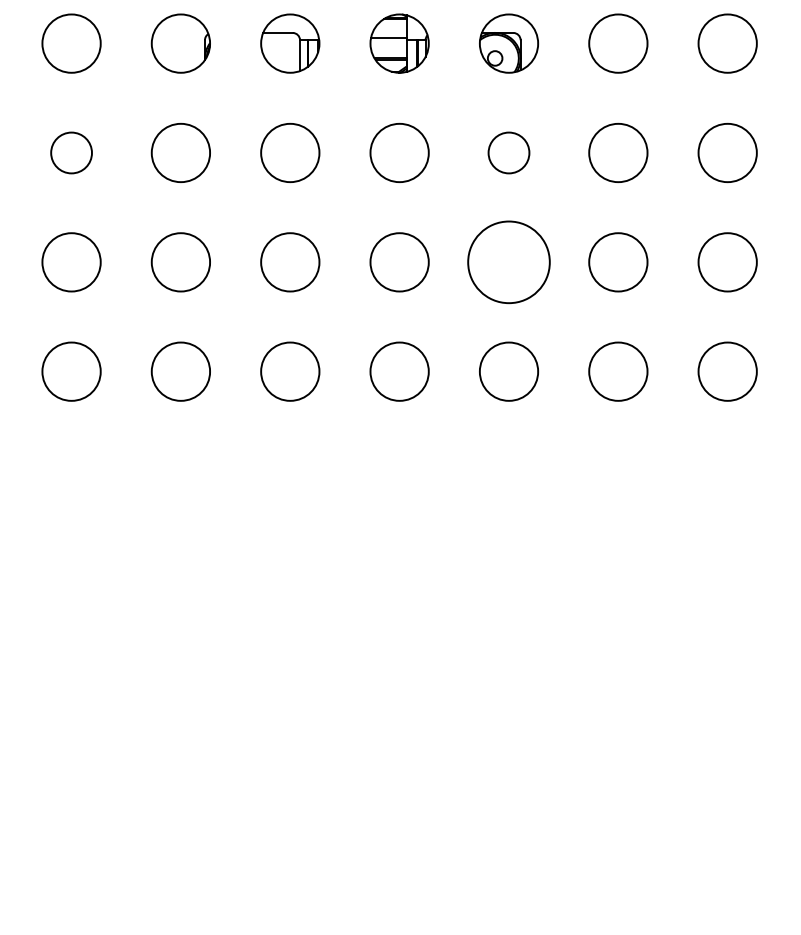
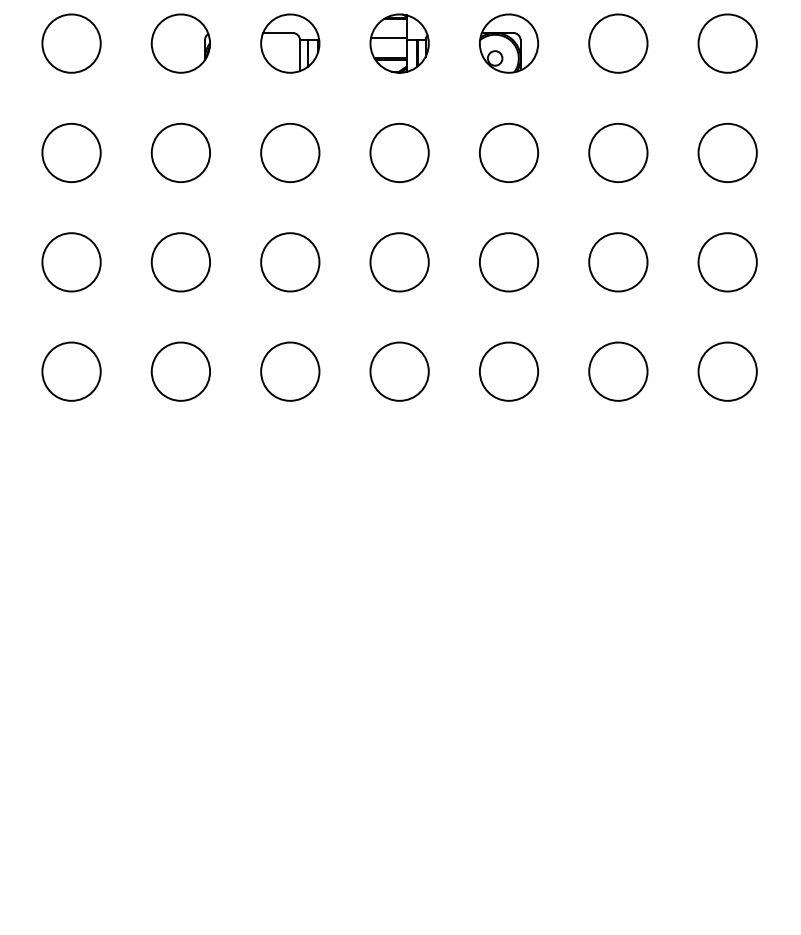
circle at (71, 152) diameter: 41 px -> 58 px
circle at (508, 152) size: 44x44 px -> 60x60 px
circle at (508, 262) diameter: 82 px -> 58 px
